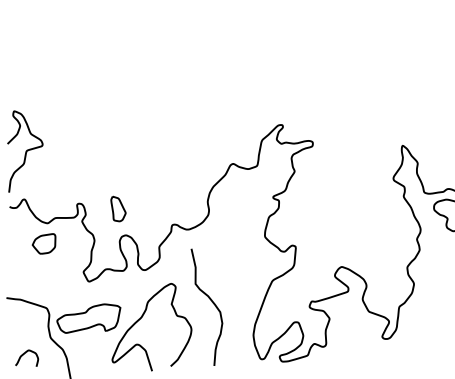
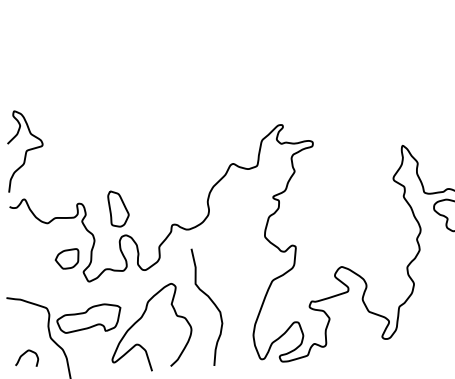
part at (118, 208) size: 17x28 px -> 23x38 px
part at (43, 243) position: (43, 243) -> (66, 258)
